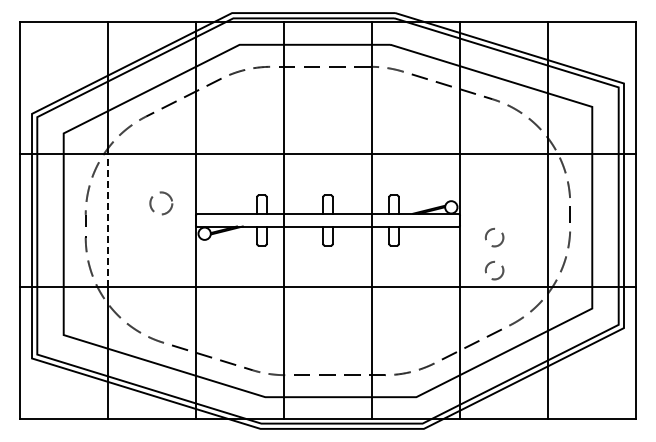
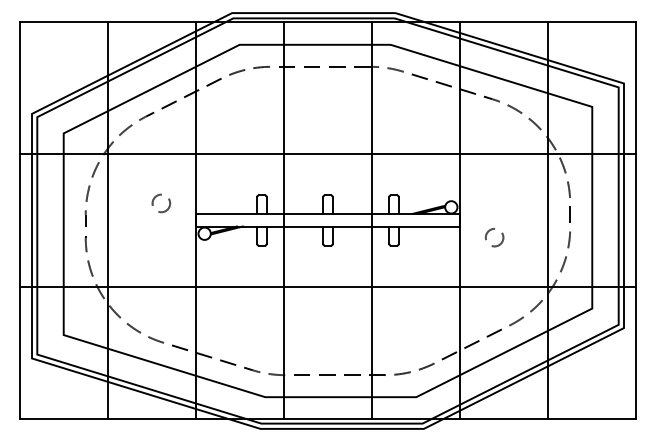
circle at (161, 203) size: 25x25 px -> 21x21 px
line at (107, 220): dashed -> solid
circle at (494, 270): present -> none
